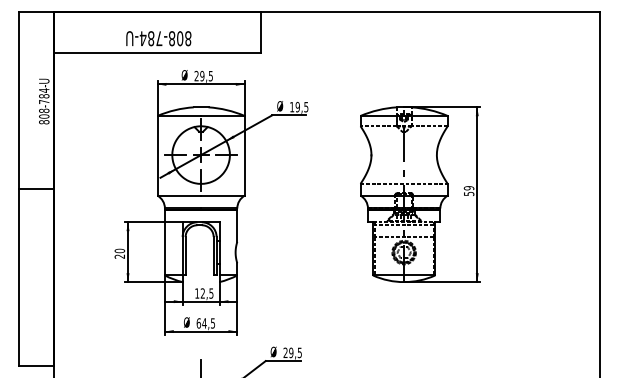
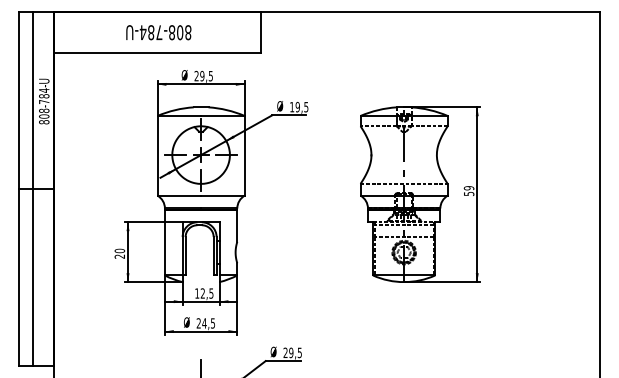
text at (158, 38) position: (158, 38) -> (158, 32)
line at (33, 188): none -> present
text at (198, 323): 64,5 -> 24,5
